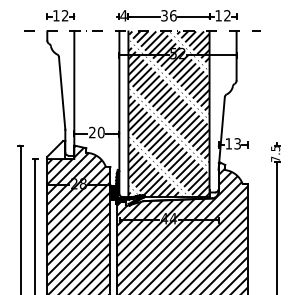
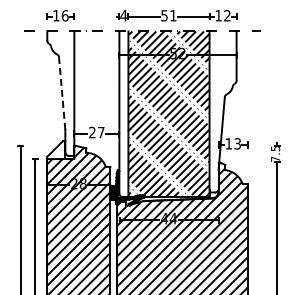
text at (64, 15): 12 -> 16
text at (168, 15): 36 -> 51
line at (62, 92): solid -> dashed
text at (100, 132): 20 -> 27
